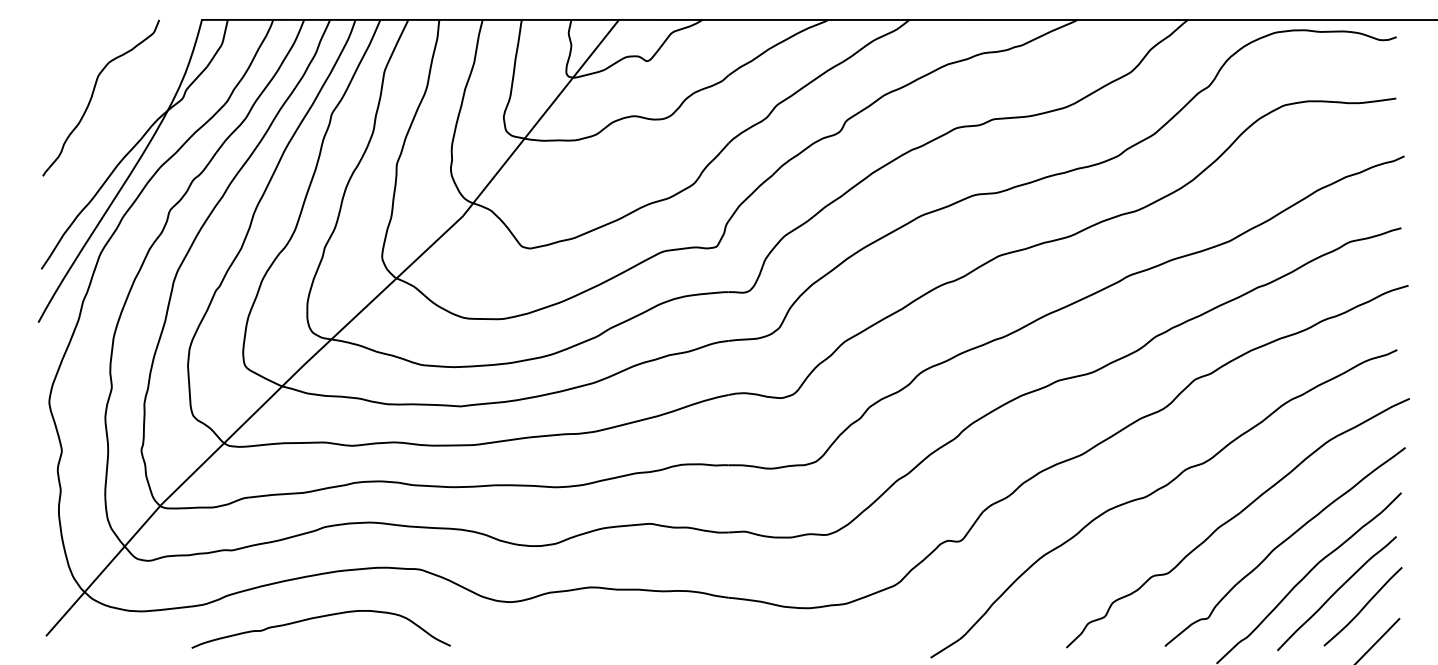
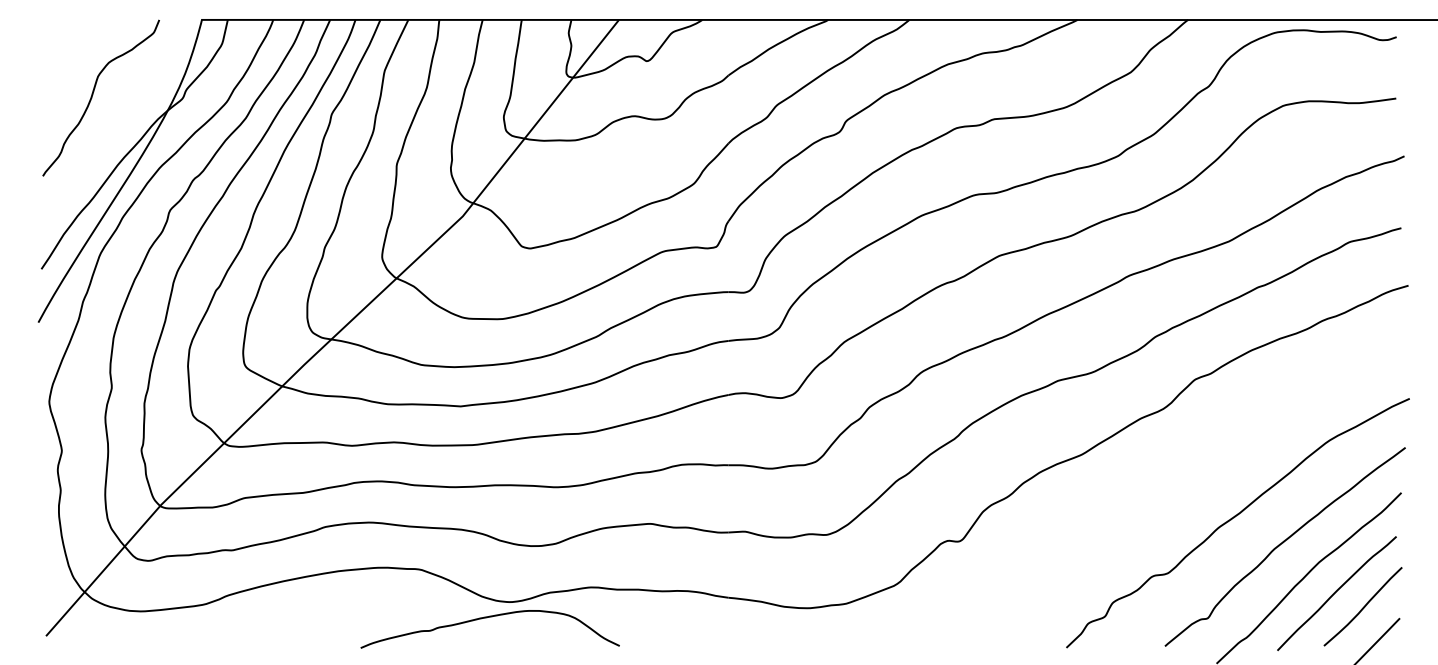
curve at (1157, 491): present -> none
curve at (317, 618) position: (317, 618) -> (486, 618)
